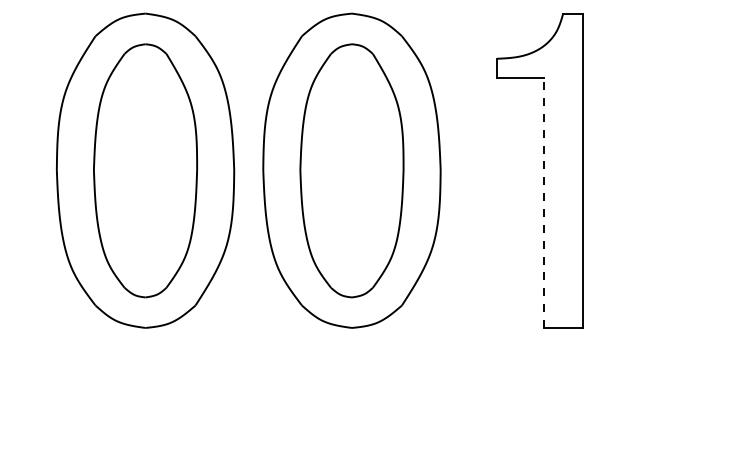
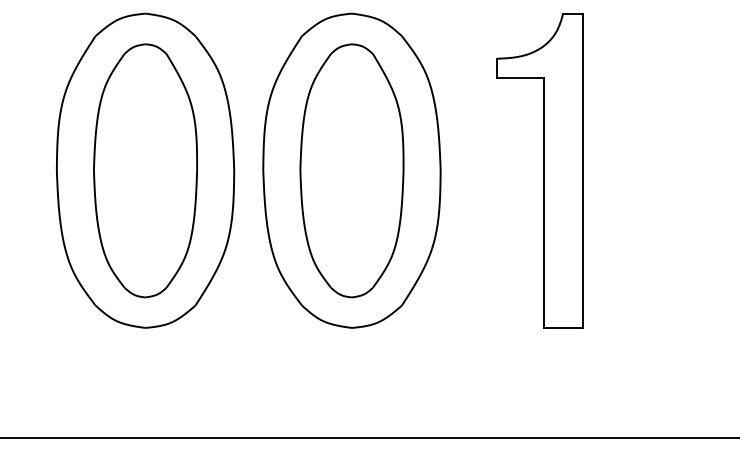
line at (544, 202): dashed -> solid
line at (369, 438): none -> present
